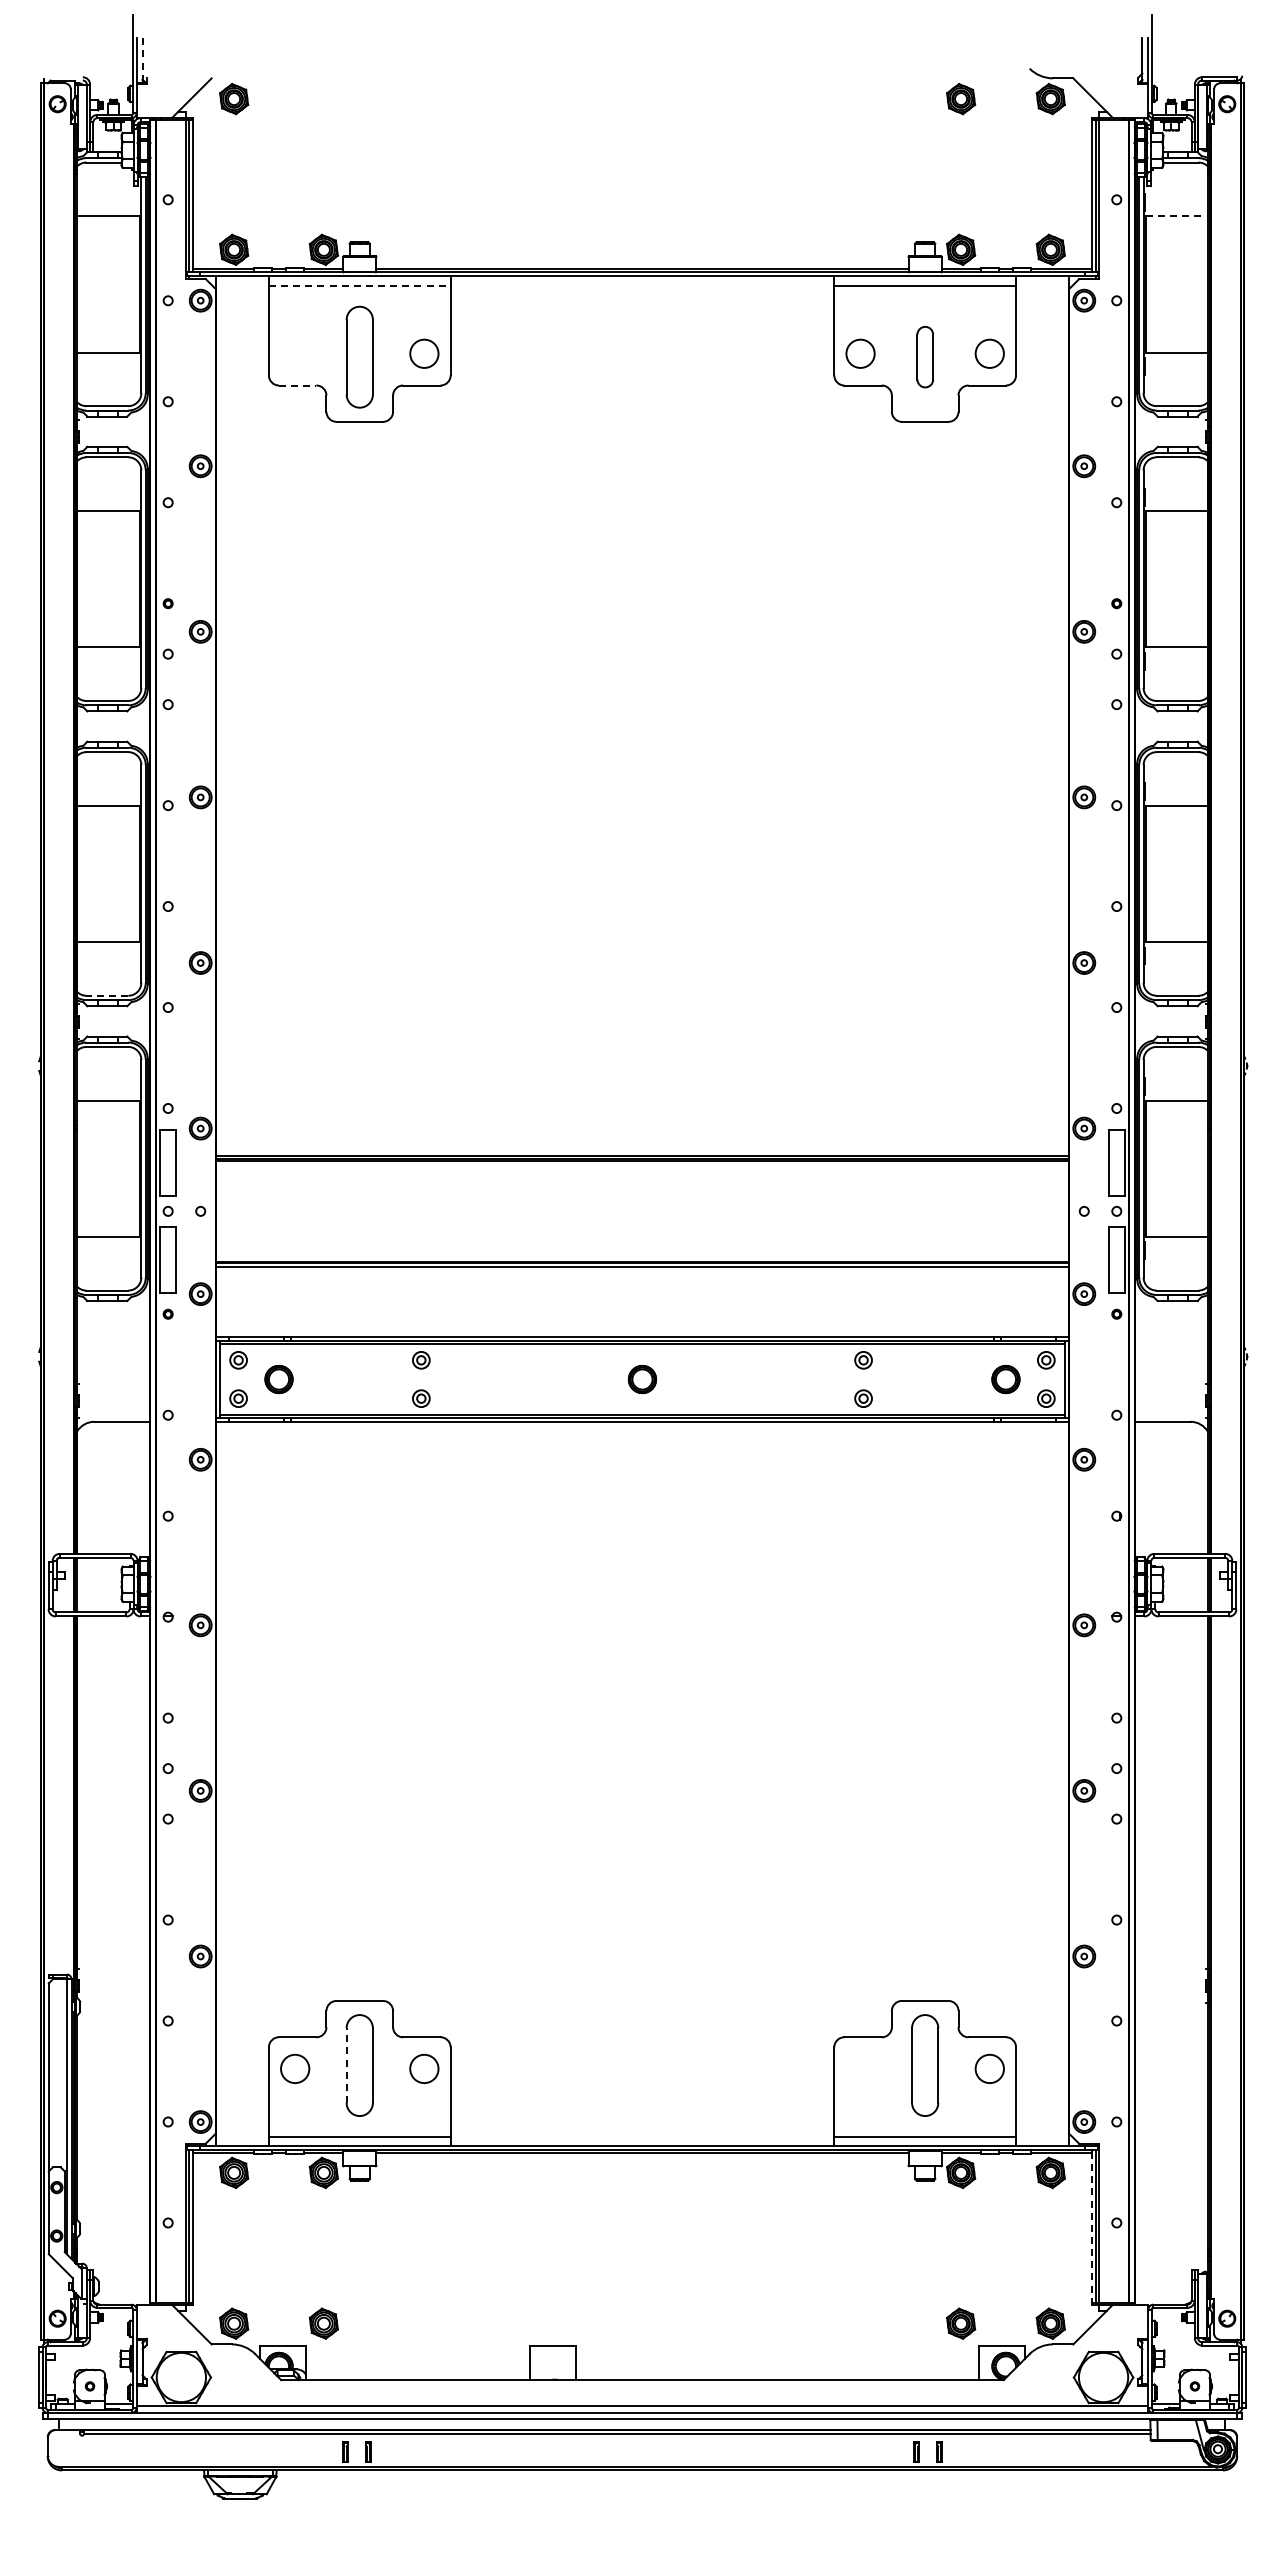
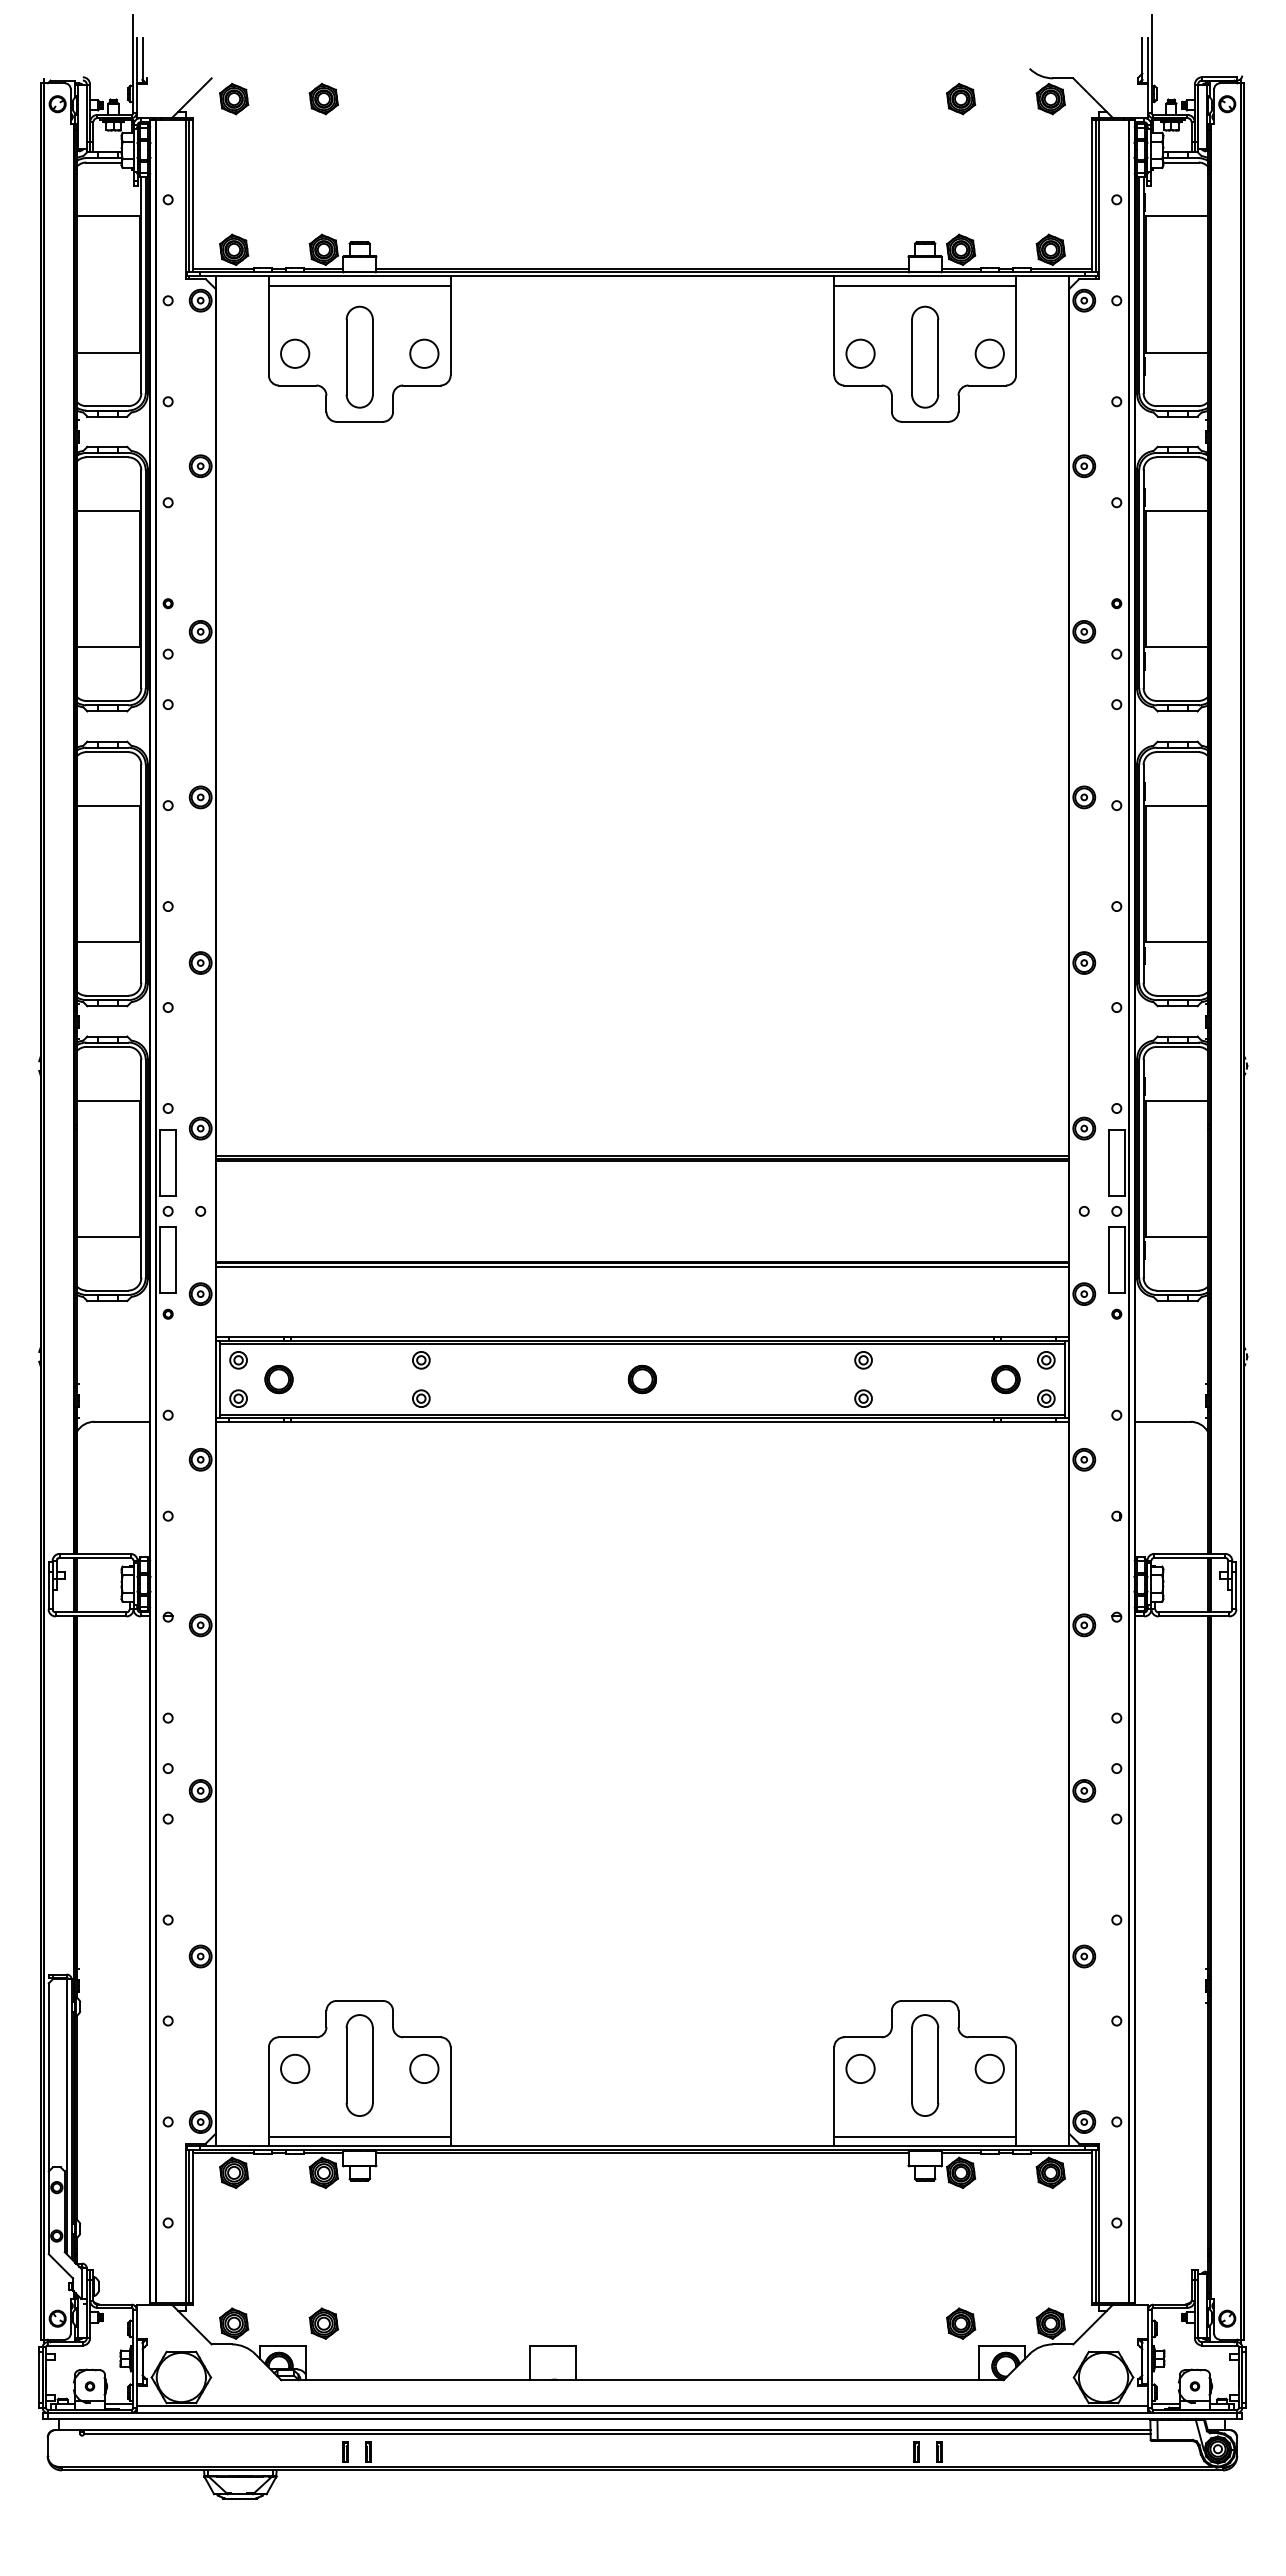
line at (142, 60): dashed -> solid
part at (323, 99): none -> present
line at (1176, 216): dashed -> solid
line at (359, 285): dashed -> solid
circle at (295, 353): none -> present
part at (924, 357) size: 18x63 px -> 29x104 px
line at (297, 385): dashed -> solid
line at (107, 995): dashed -> solid
line at (346, 2065): dashed -> solid
circle at (860, 2068): none -> present
line at (1091, 2229): dashed -> solid
